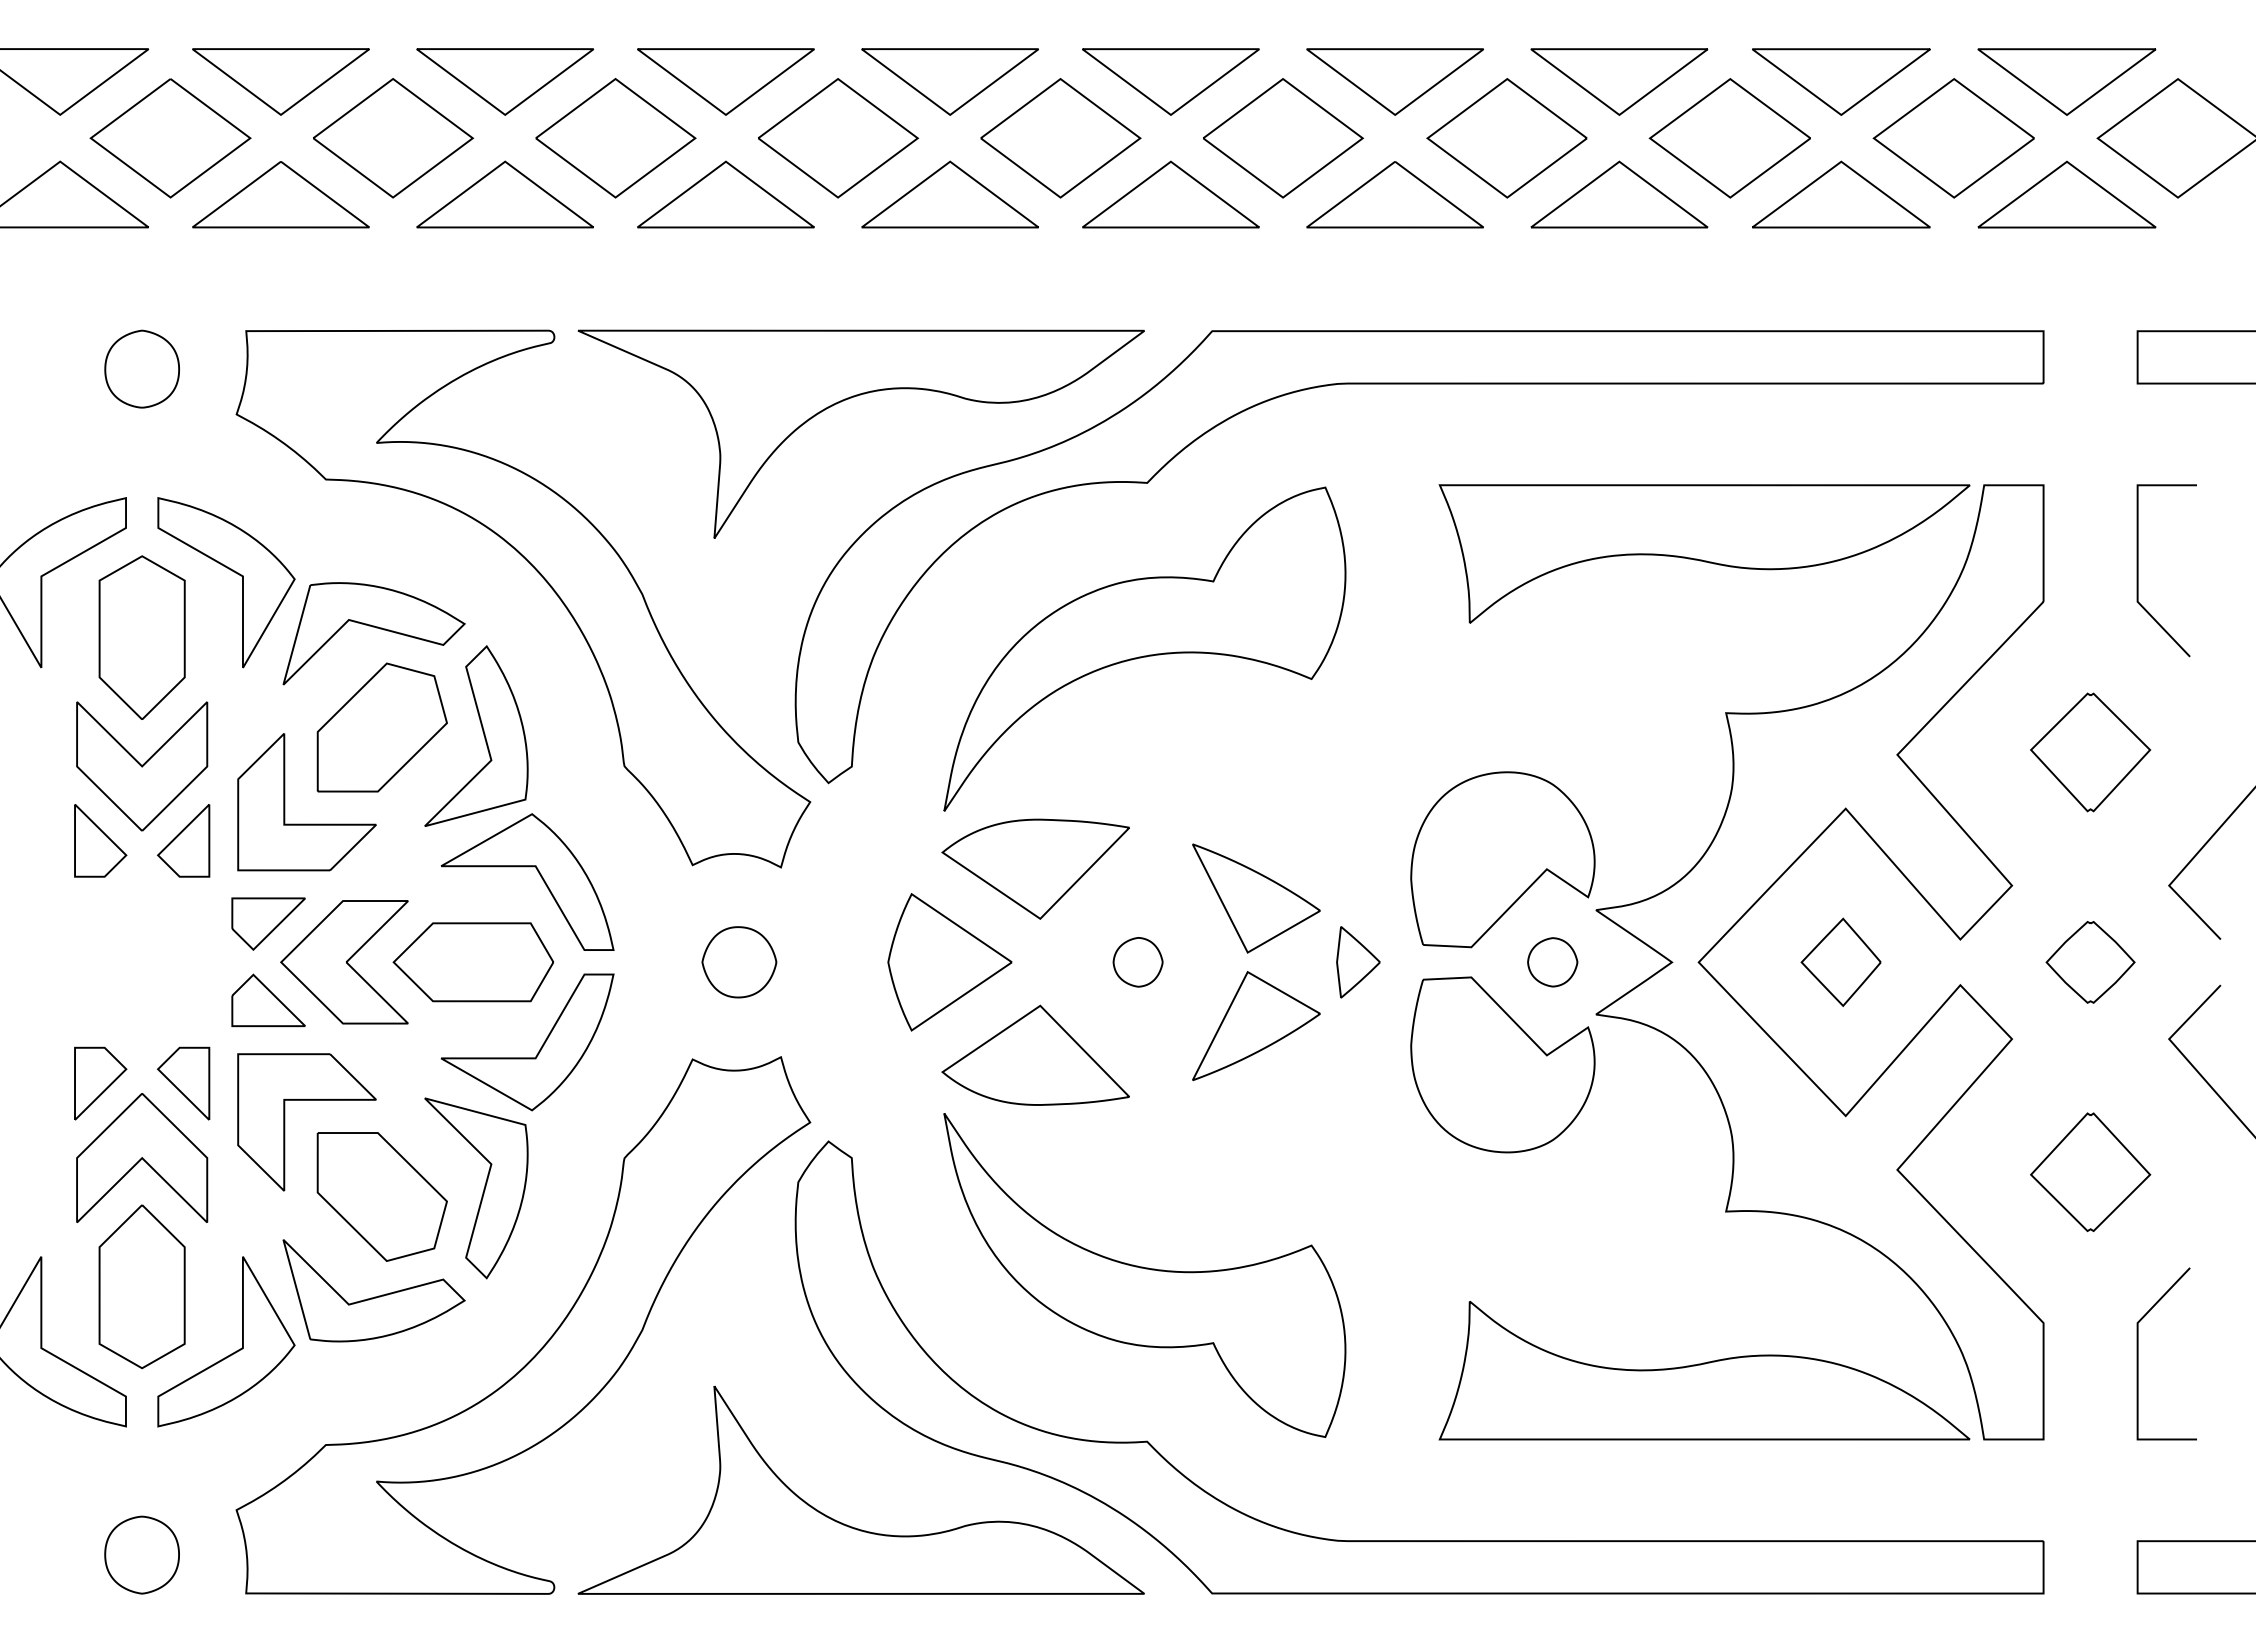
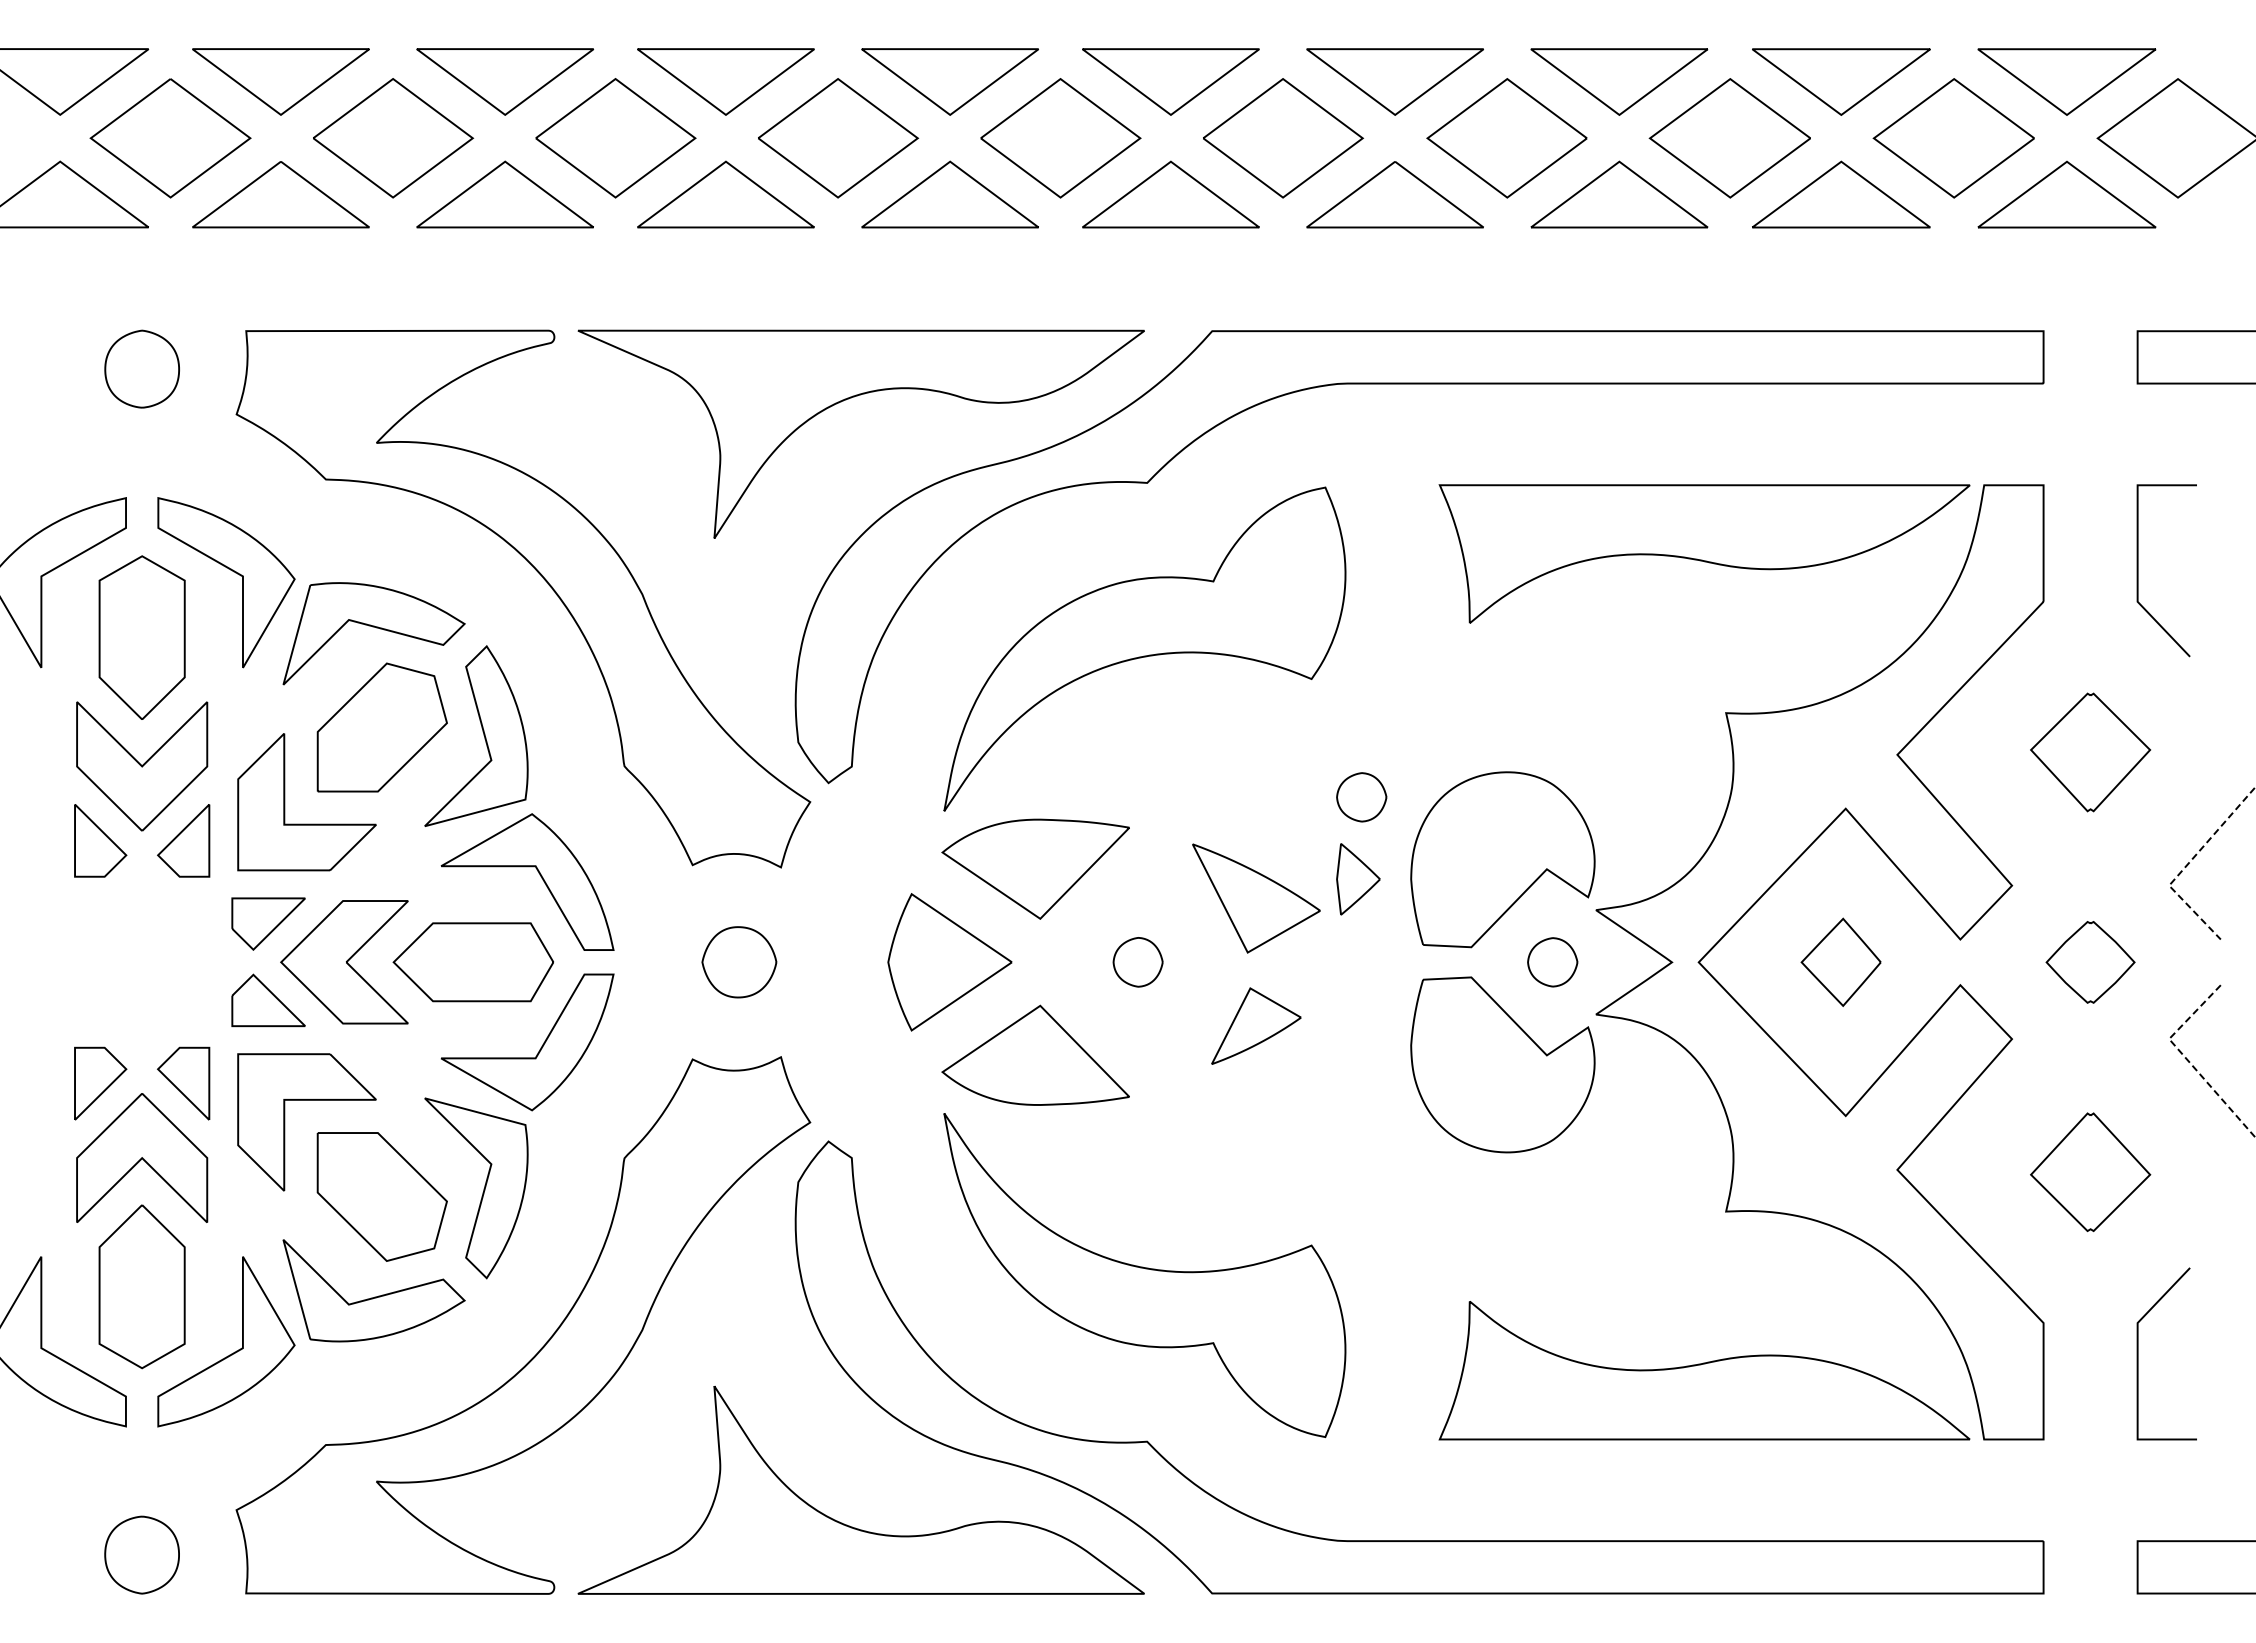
part at (1361, 797): none -> present
line at (2186, 865): solid -> dashed
part at (1358, 962) position: (1358, 962) -> (1358, 879)
part at (1256, 1026) size: 129x111 px -> 91x78 px
line at (2187, 1060): solid -> dashed
